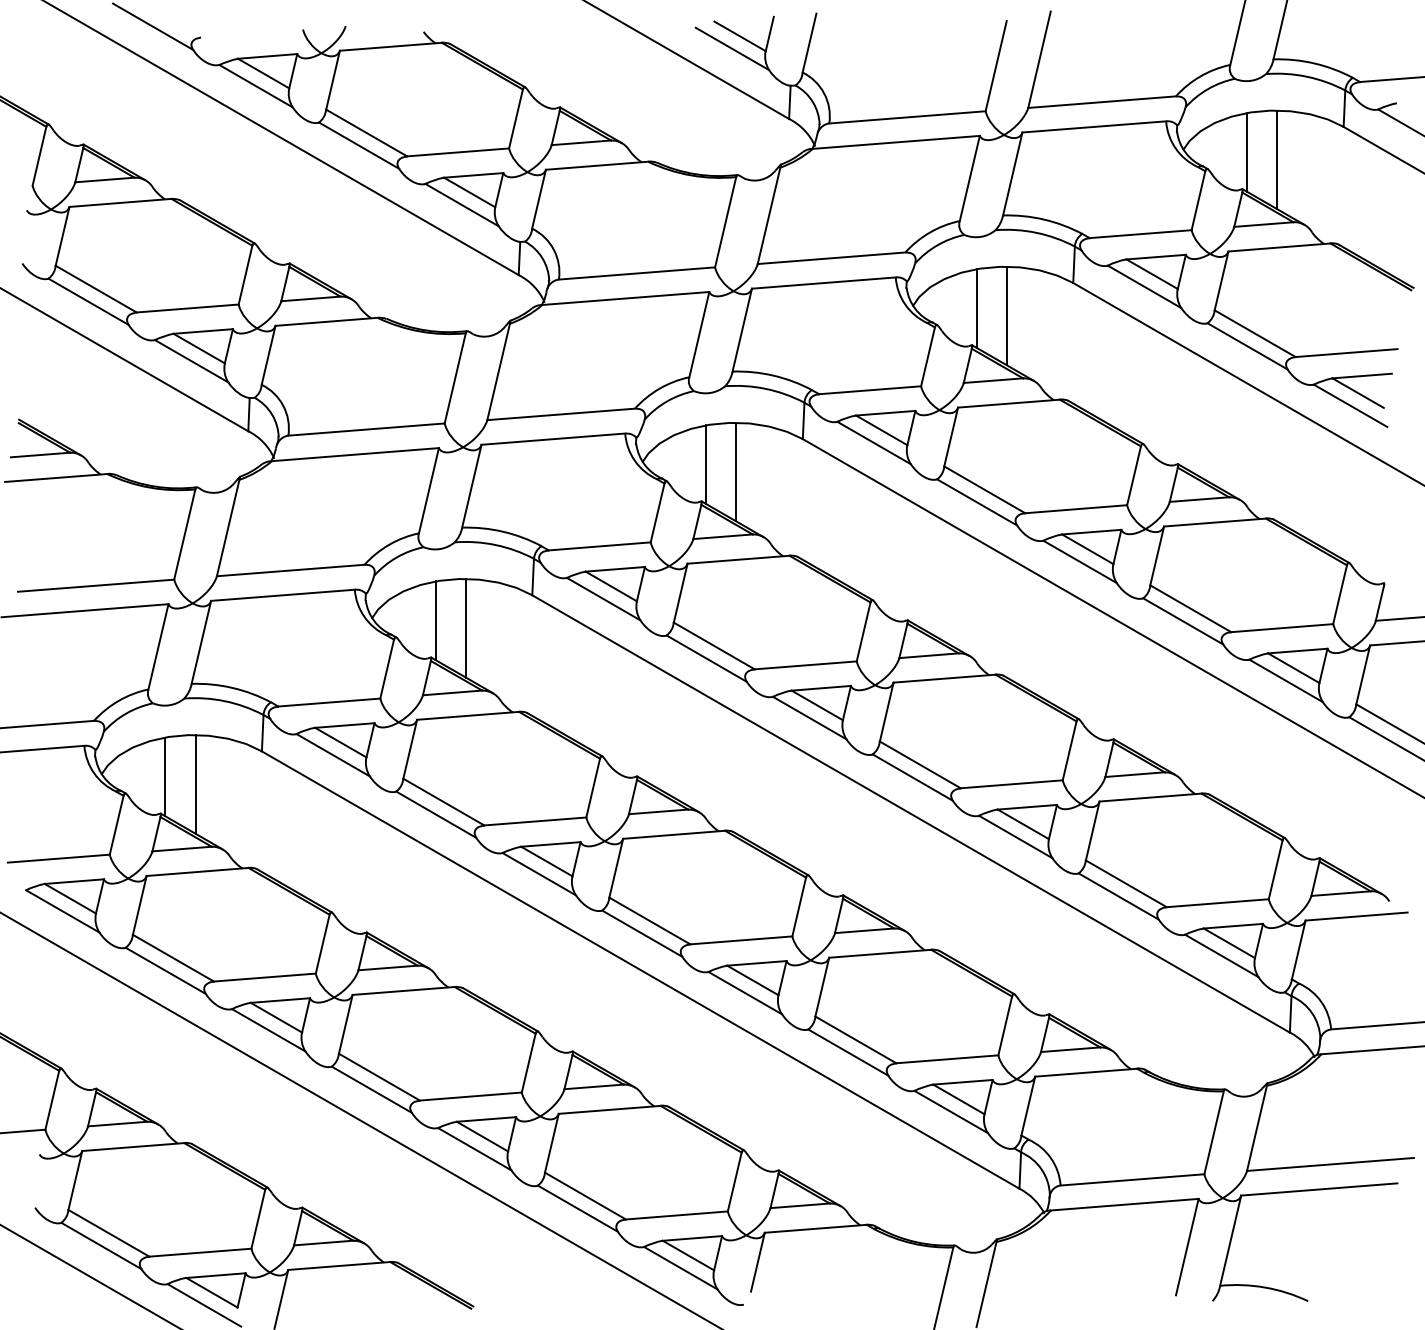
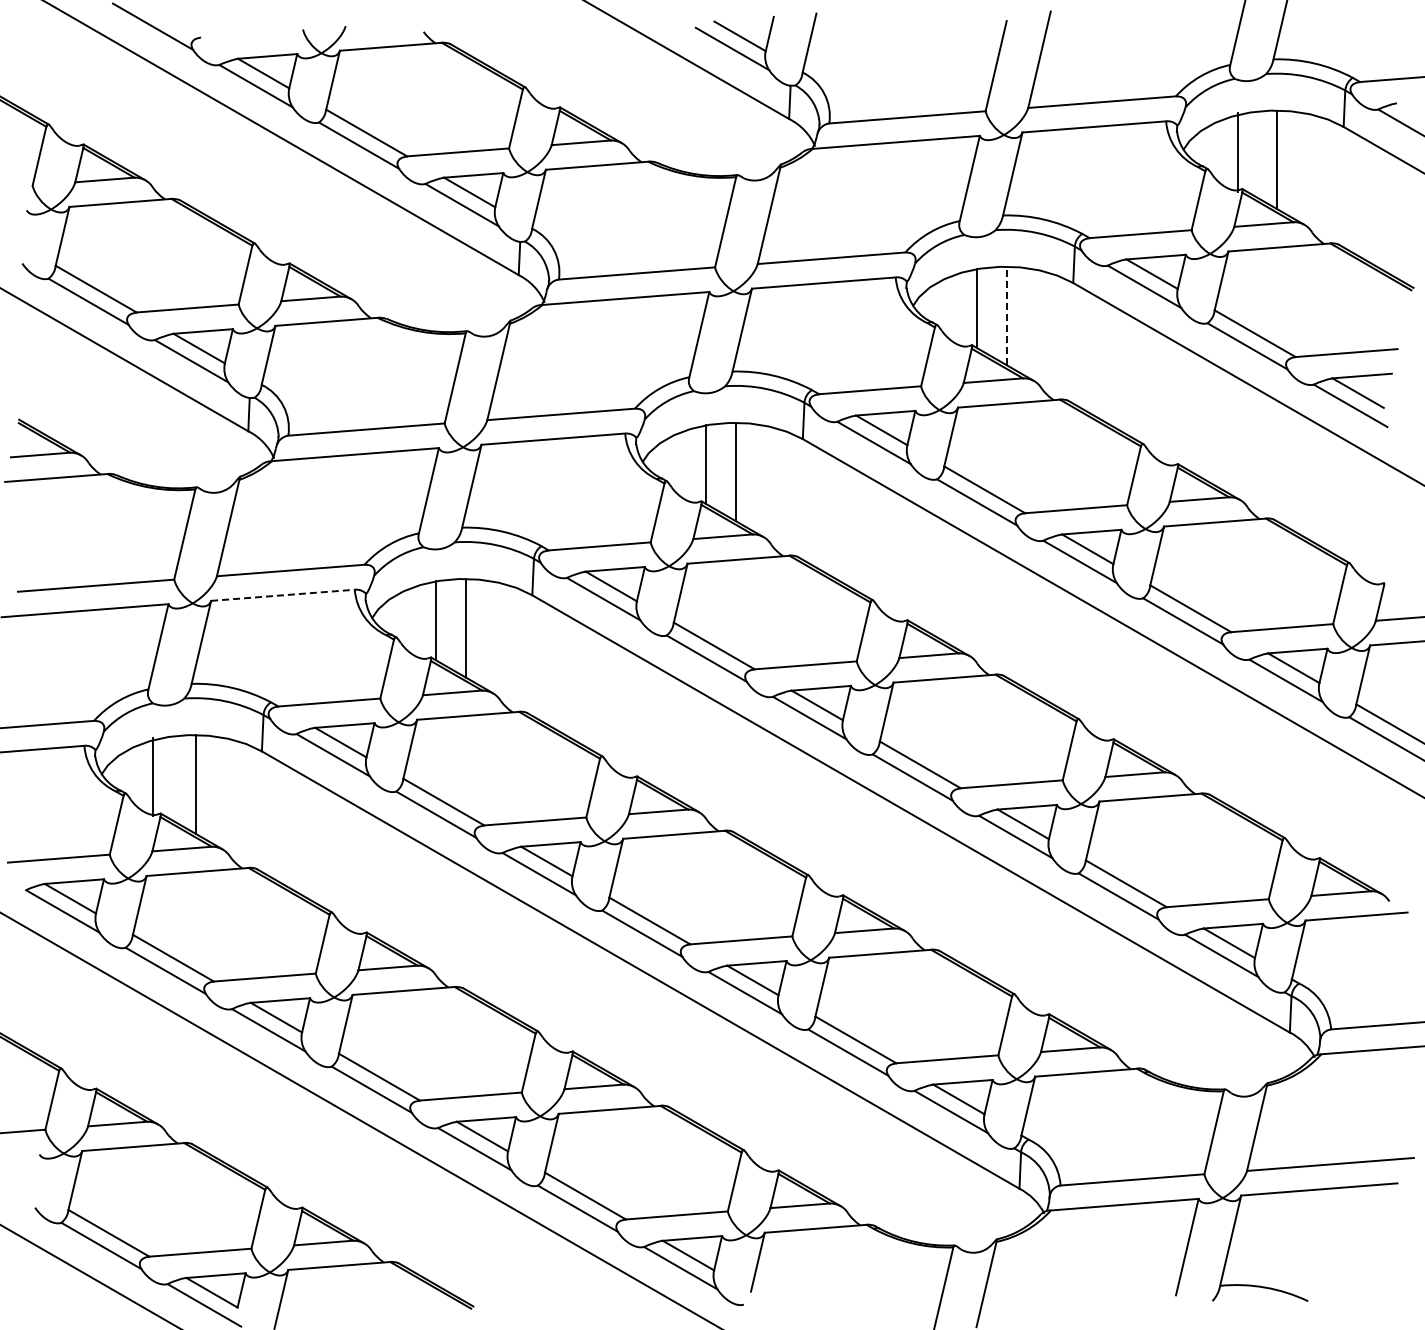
line at (1247, 152) position: (1247, 152) -> (1238, 152)
line at (1006, 315): solid -> dashed
line at (283, 595): solid -> dashed
line at (165, 776) position: (165, 776) -> (153, 776)
